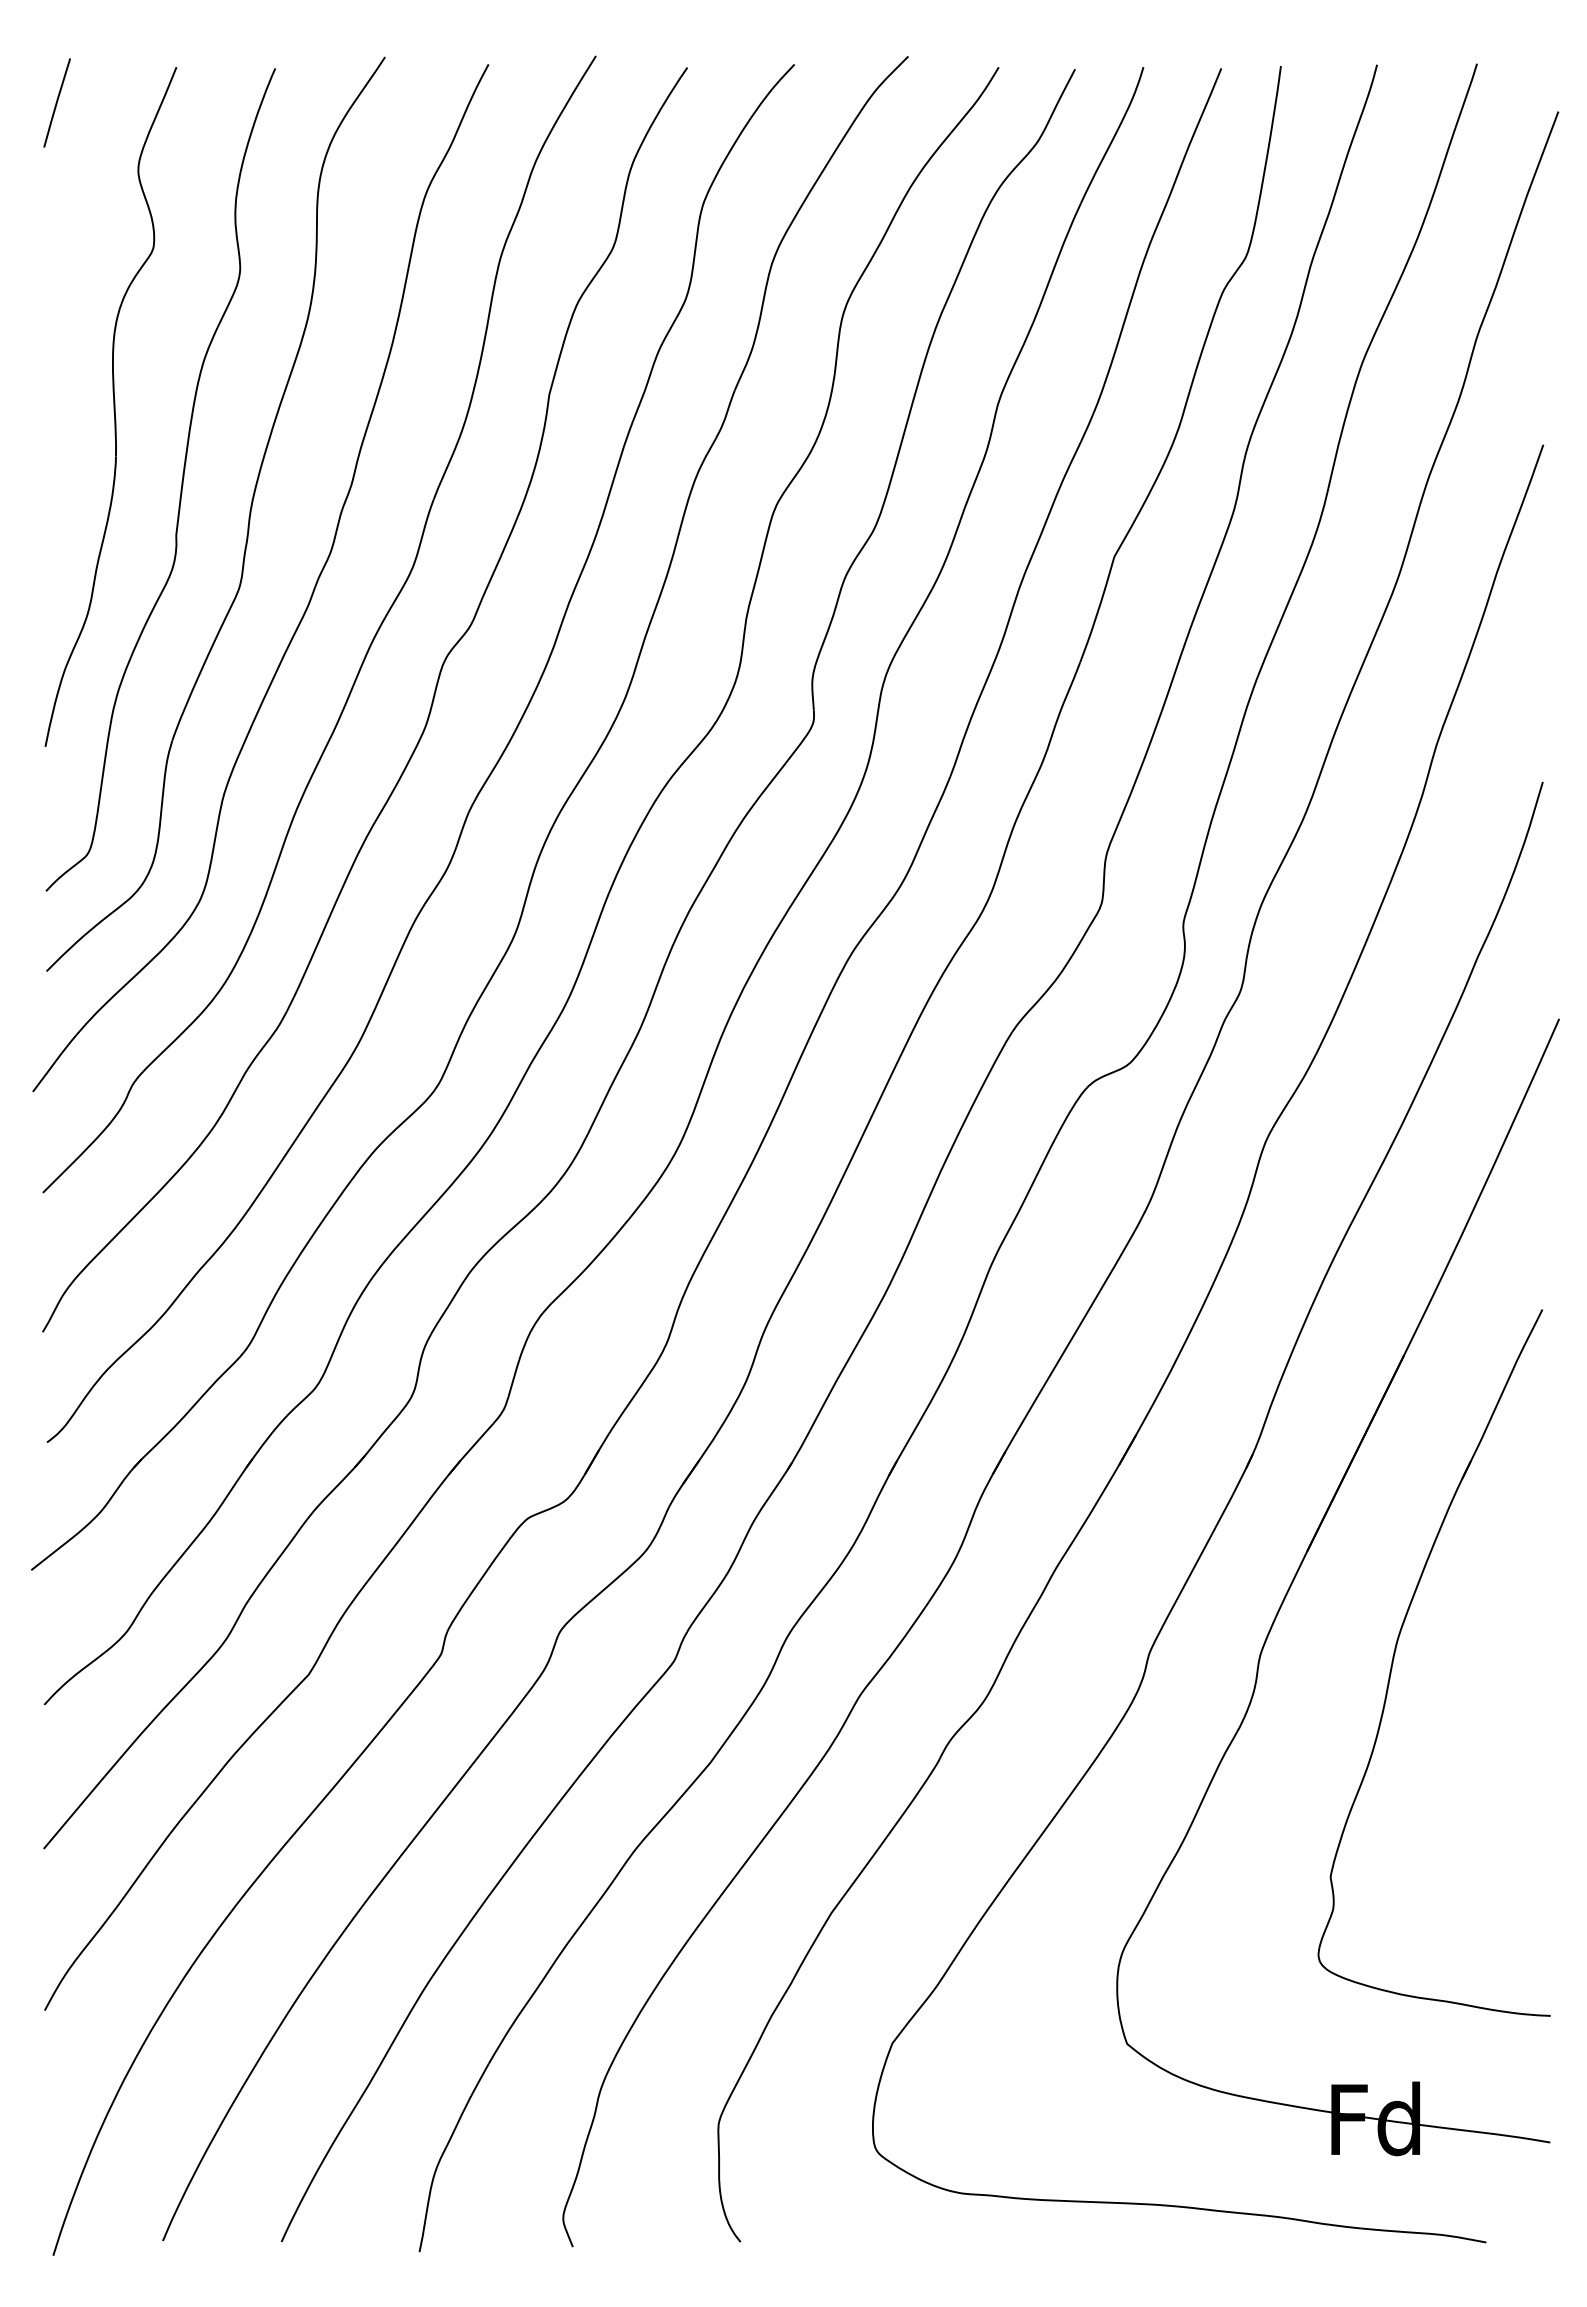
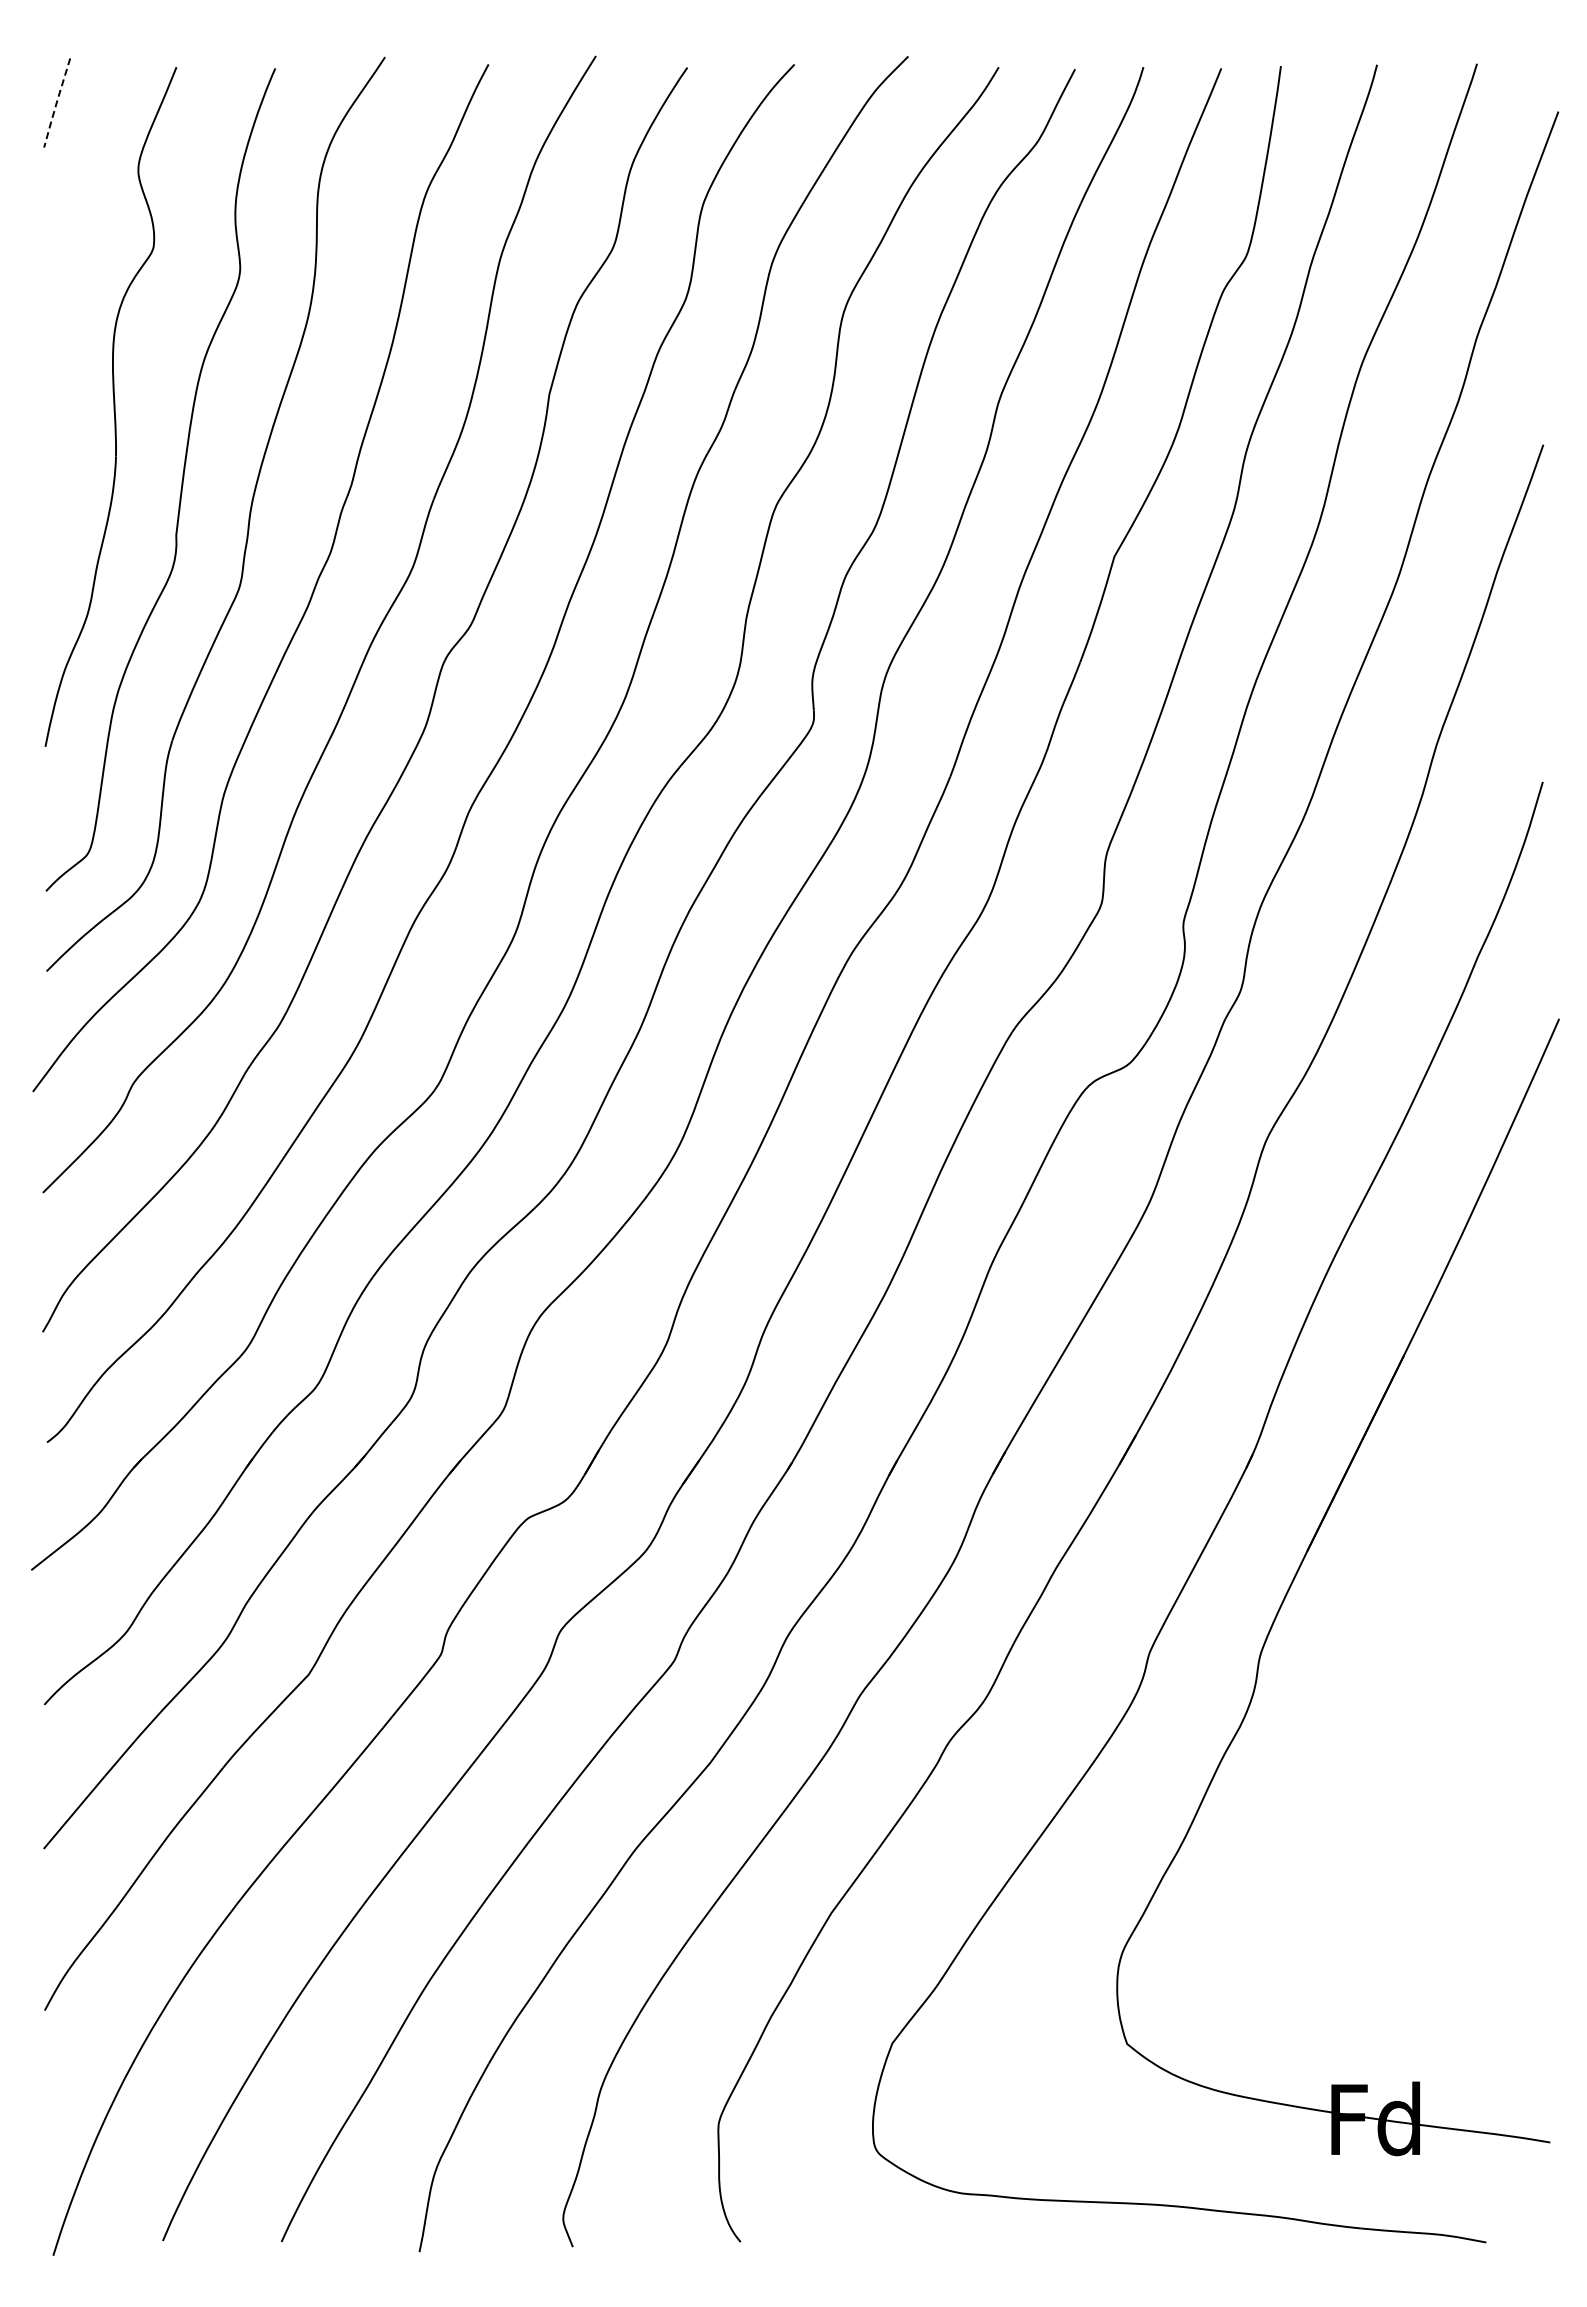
line at (56, 103): solid -> dashed
part at (1395, 1654): present -> none
